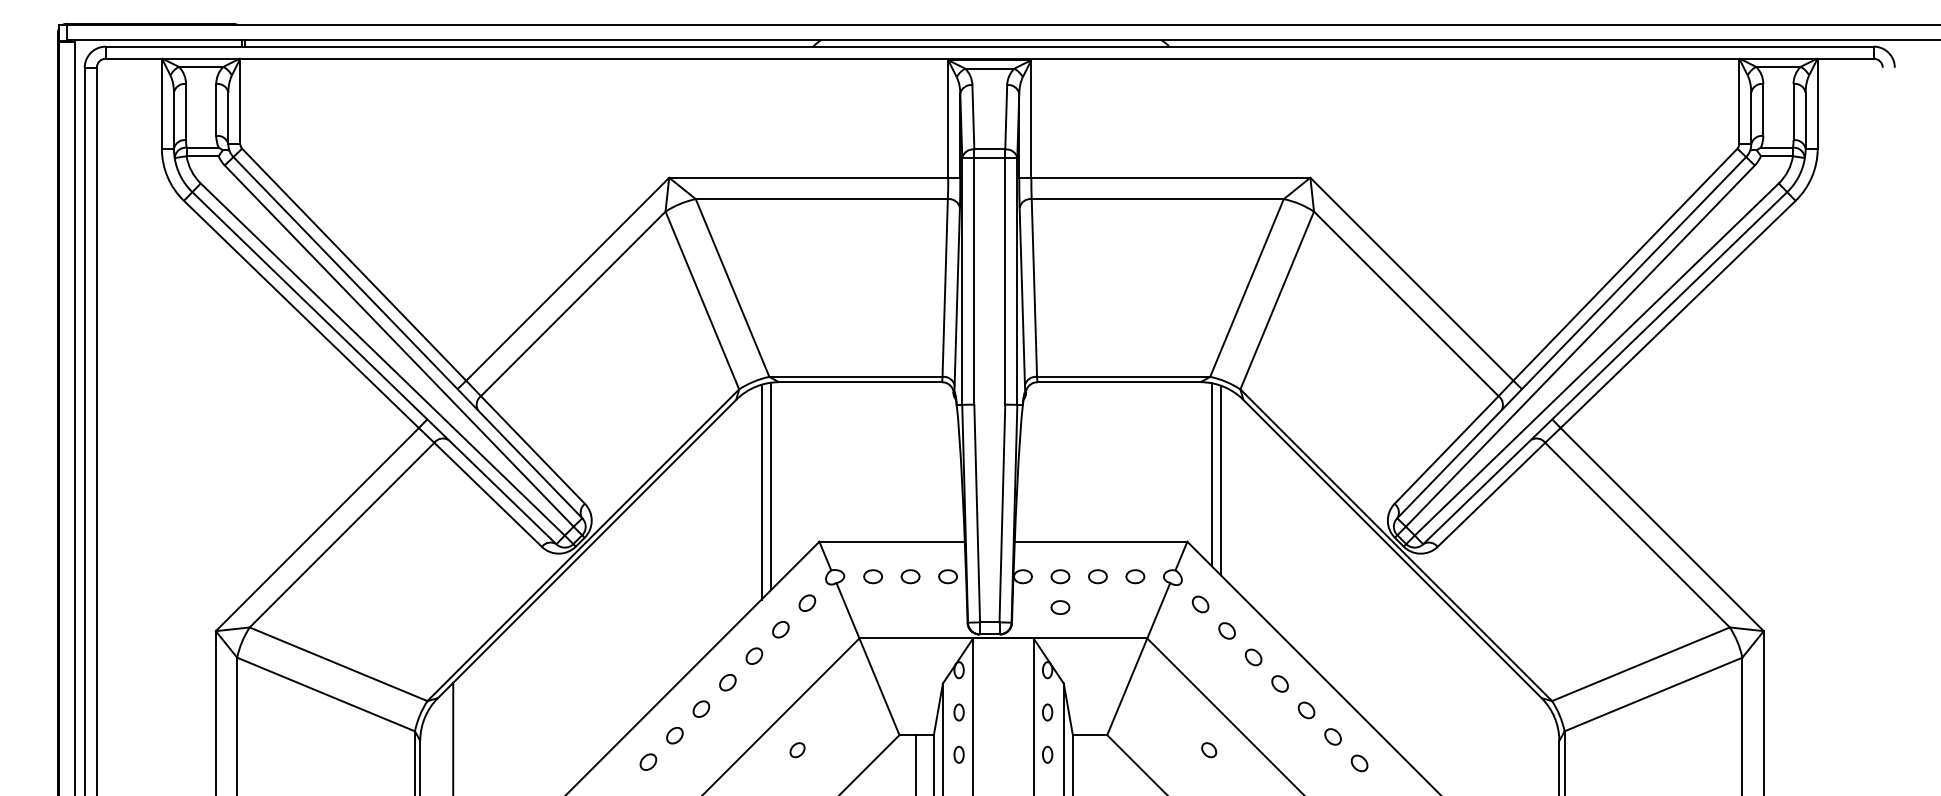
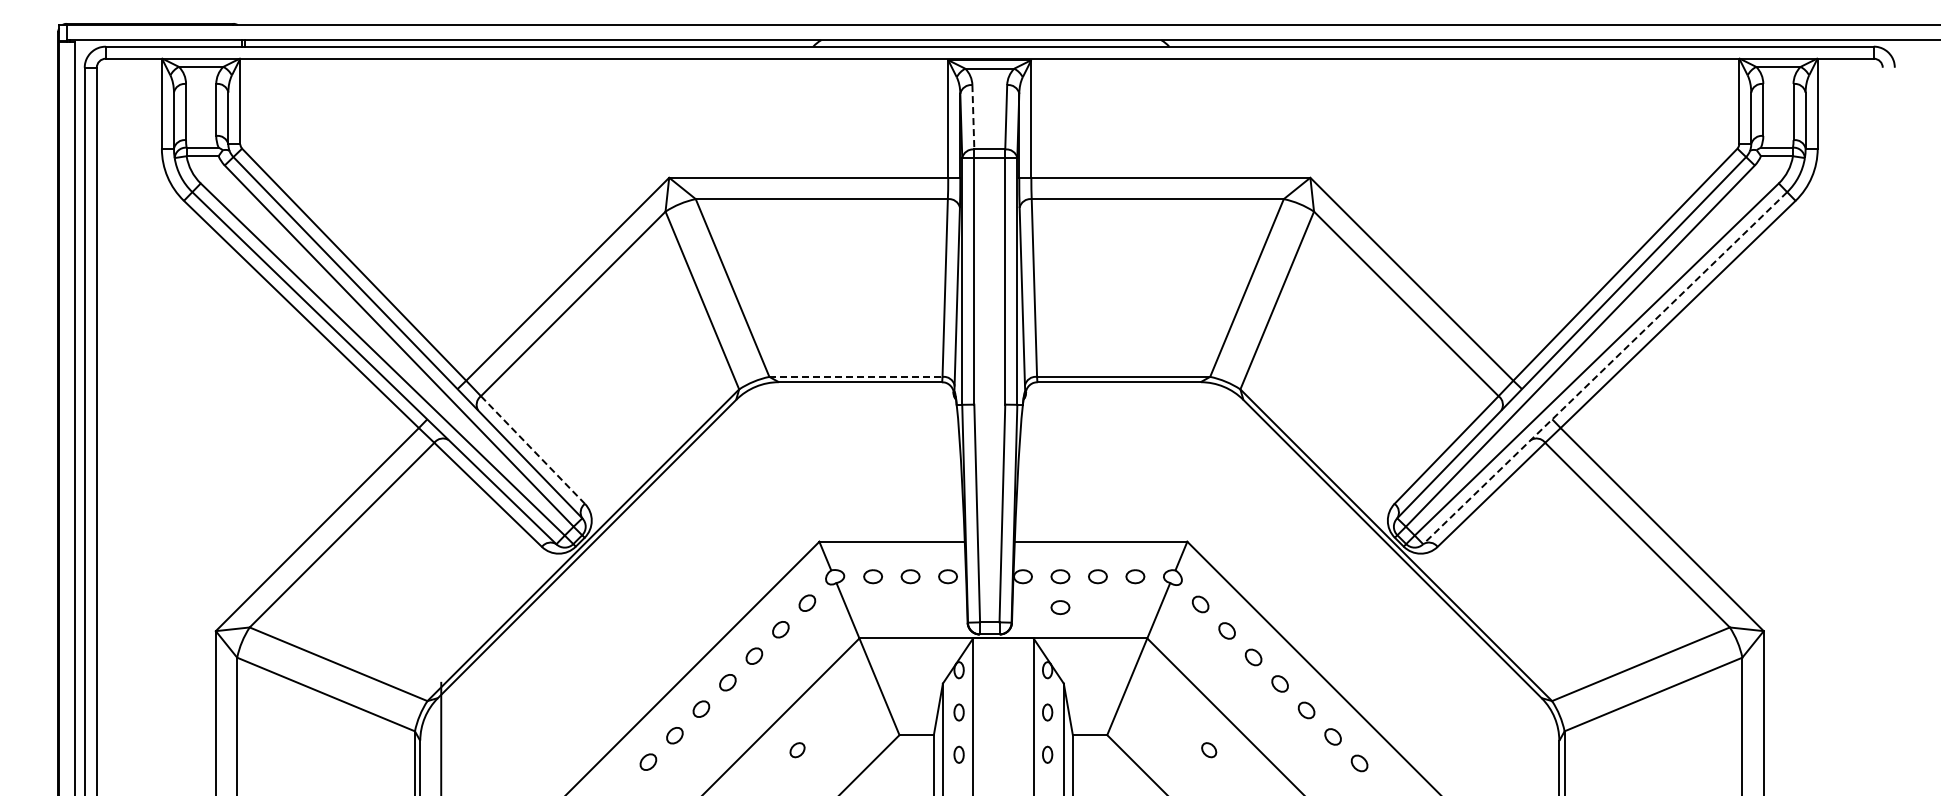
line at (973, 117): solid -> dashed
line at (1604, 368): solid -> dashed
line at (855, 376): solid -> dashed
line at (532, 450): solid -> dashed
line at (1211, 474): present -> none
line at (1220, 480): present -> none
line at (770, 486): present -> none
line at (761, 491): present -> none
line at (453, 737) position: (453, 737) -> (441, 737)
line at (915, 763): present -> none
